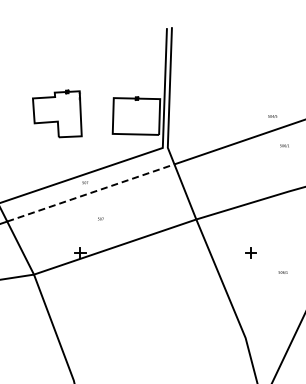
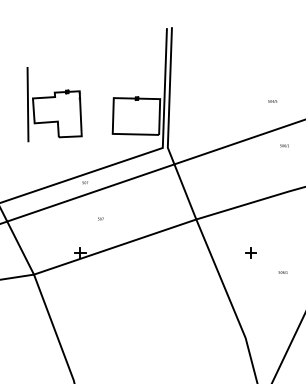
line at (27, 104): none -> present
text at (272, 116) position: (272, 116) -> (272, 101)
line at (91, 192): dashed -> solid
